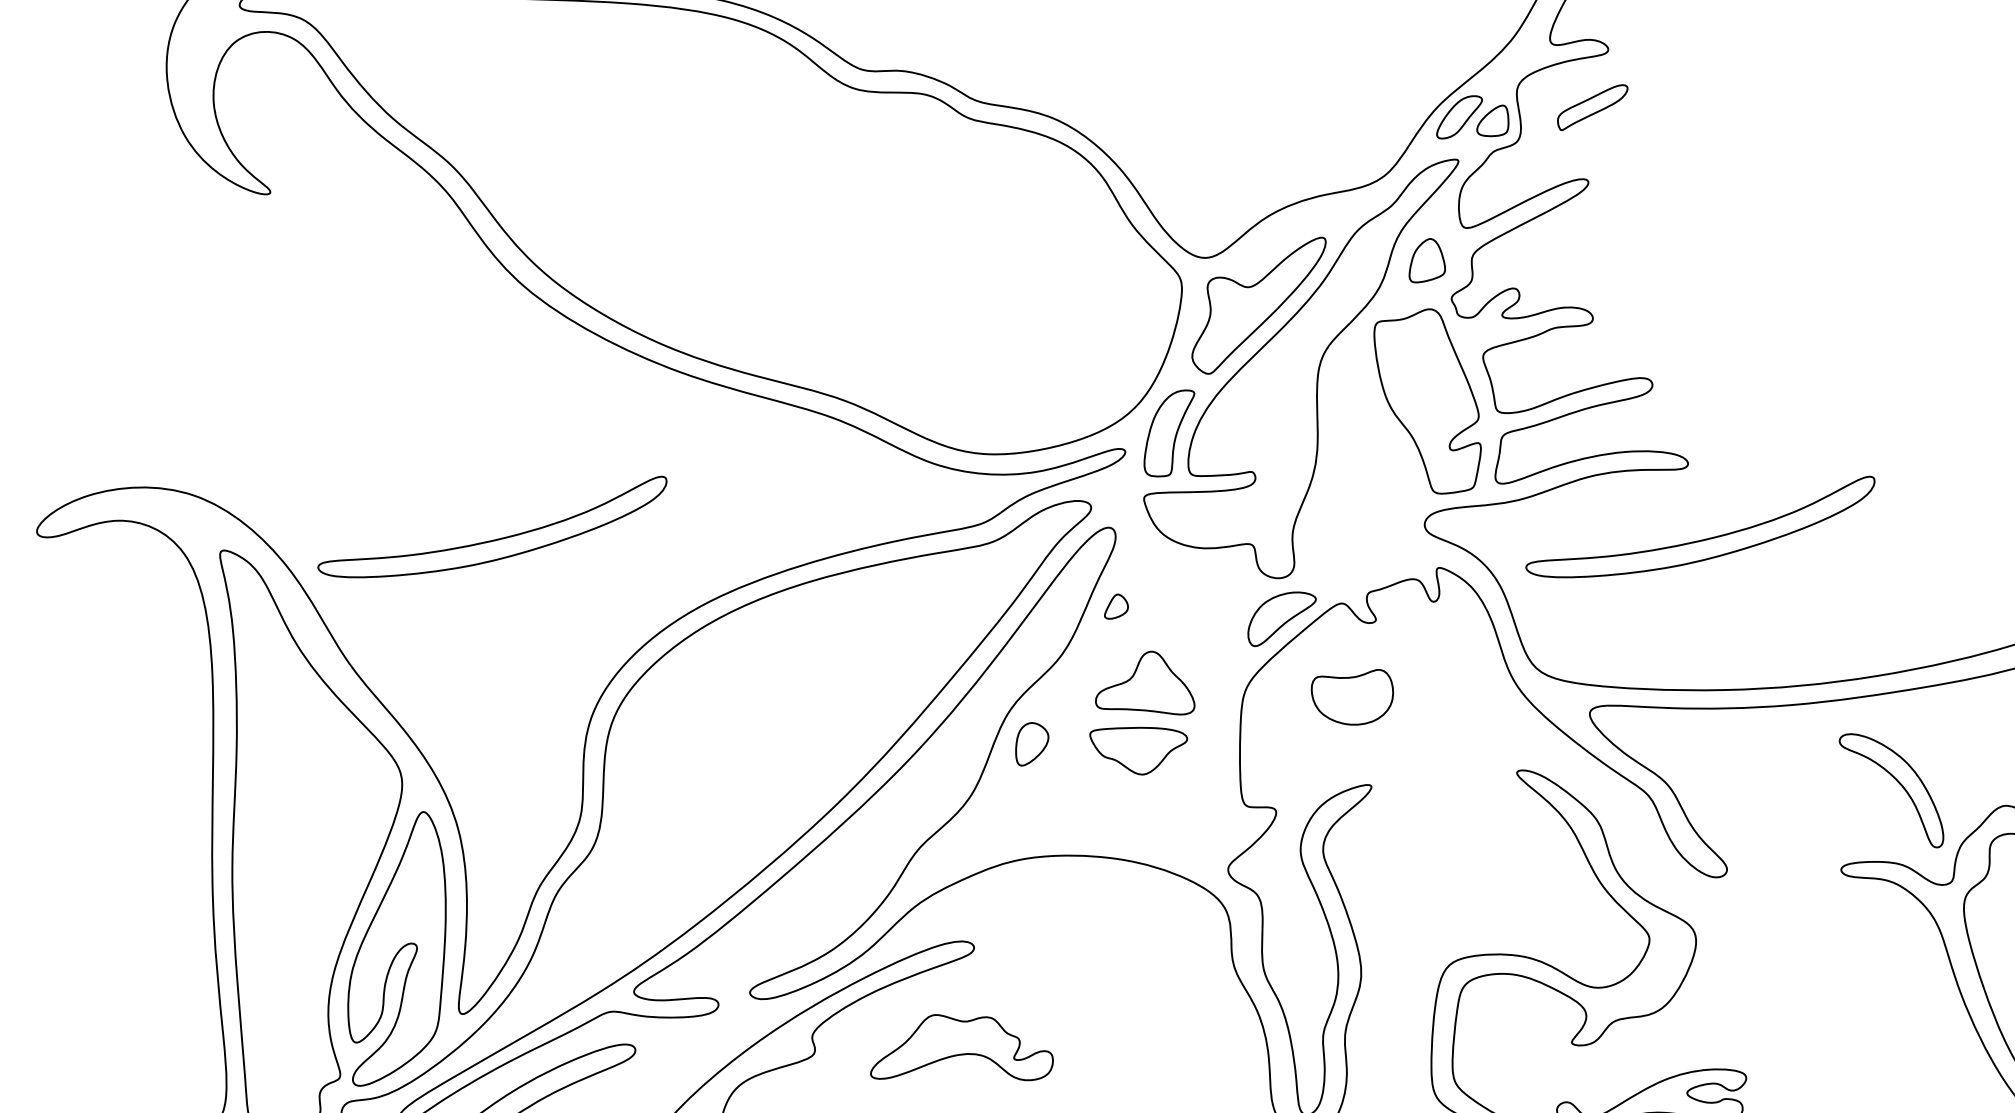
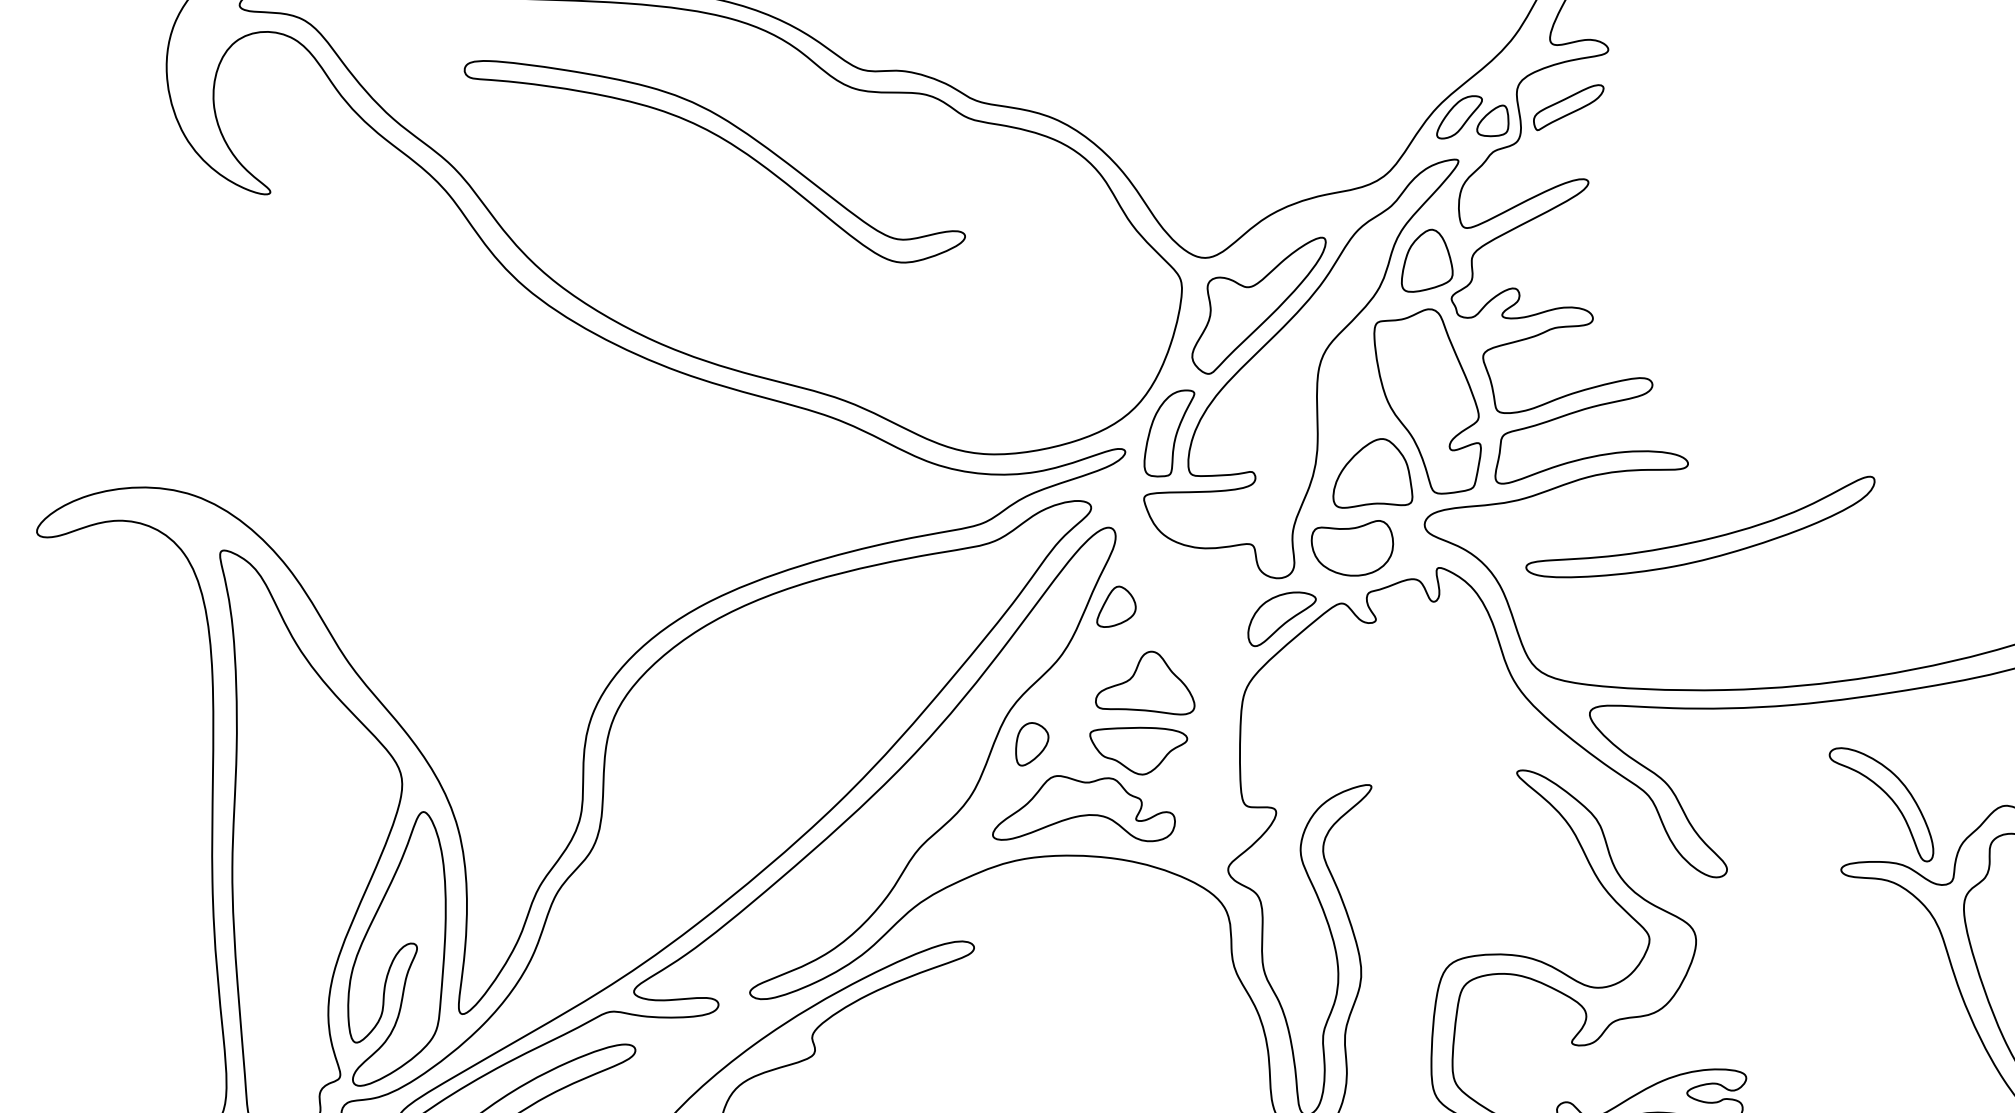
part at (1592, 107) position: (1592, 107) -> (1568, 107)
part at (728, 143): none -> present
part at (1426, 260) size: 38x46 px -> 53x65 px
part at (1372, 473): none -> present
part at (497, 538): present -> none
part at (1116, 606) size: 25x27 px -> 41x43 px
part at (1352, 697) position: (1352, 697) -> (1352, 548)
part at (1898, 783) position: (1898, 783) -> (1888, 797)
part at (961, 1047) position: (961, 1047) -> (1083, 808)
